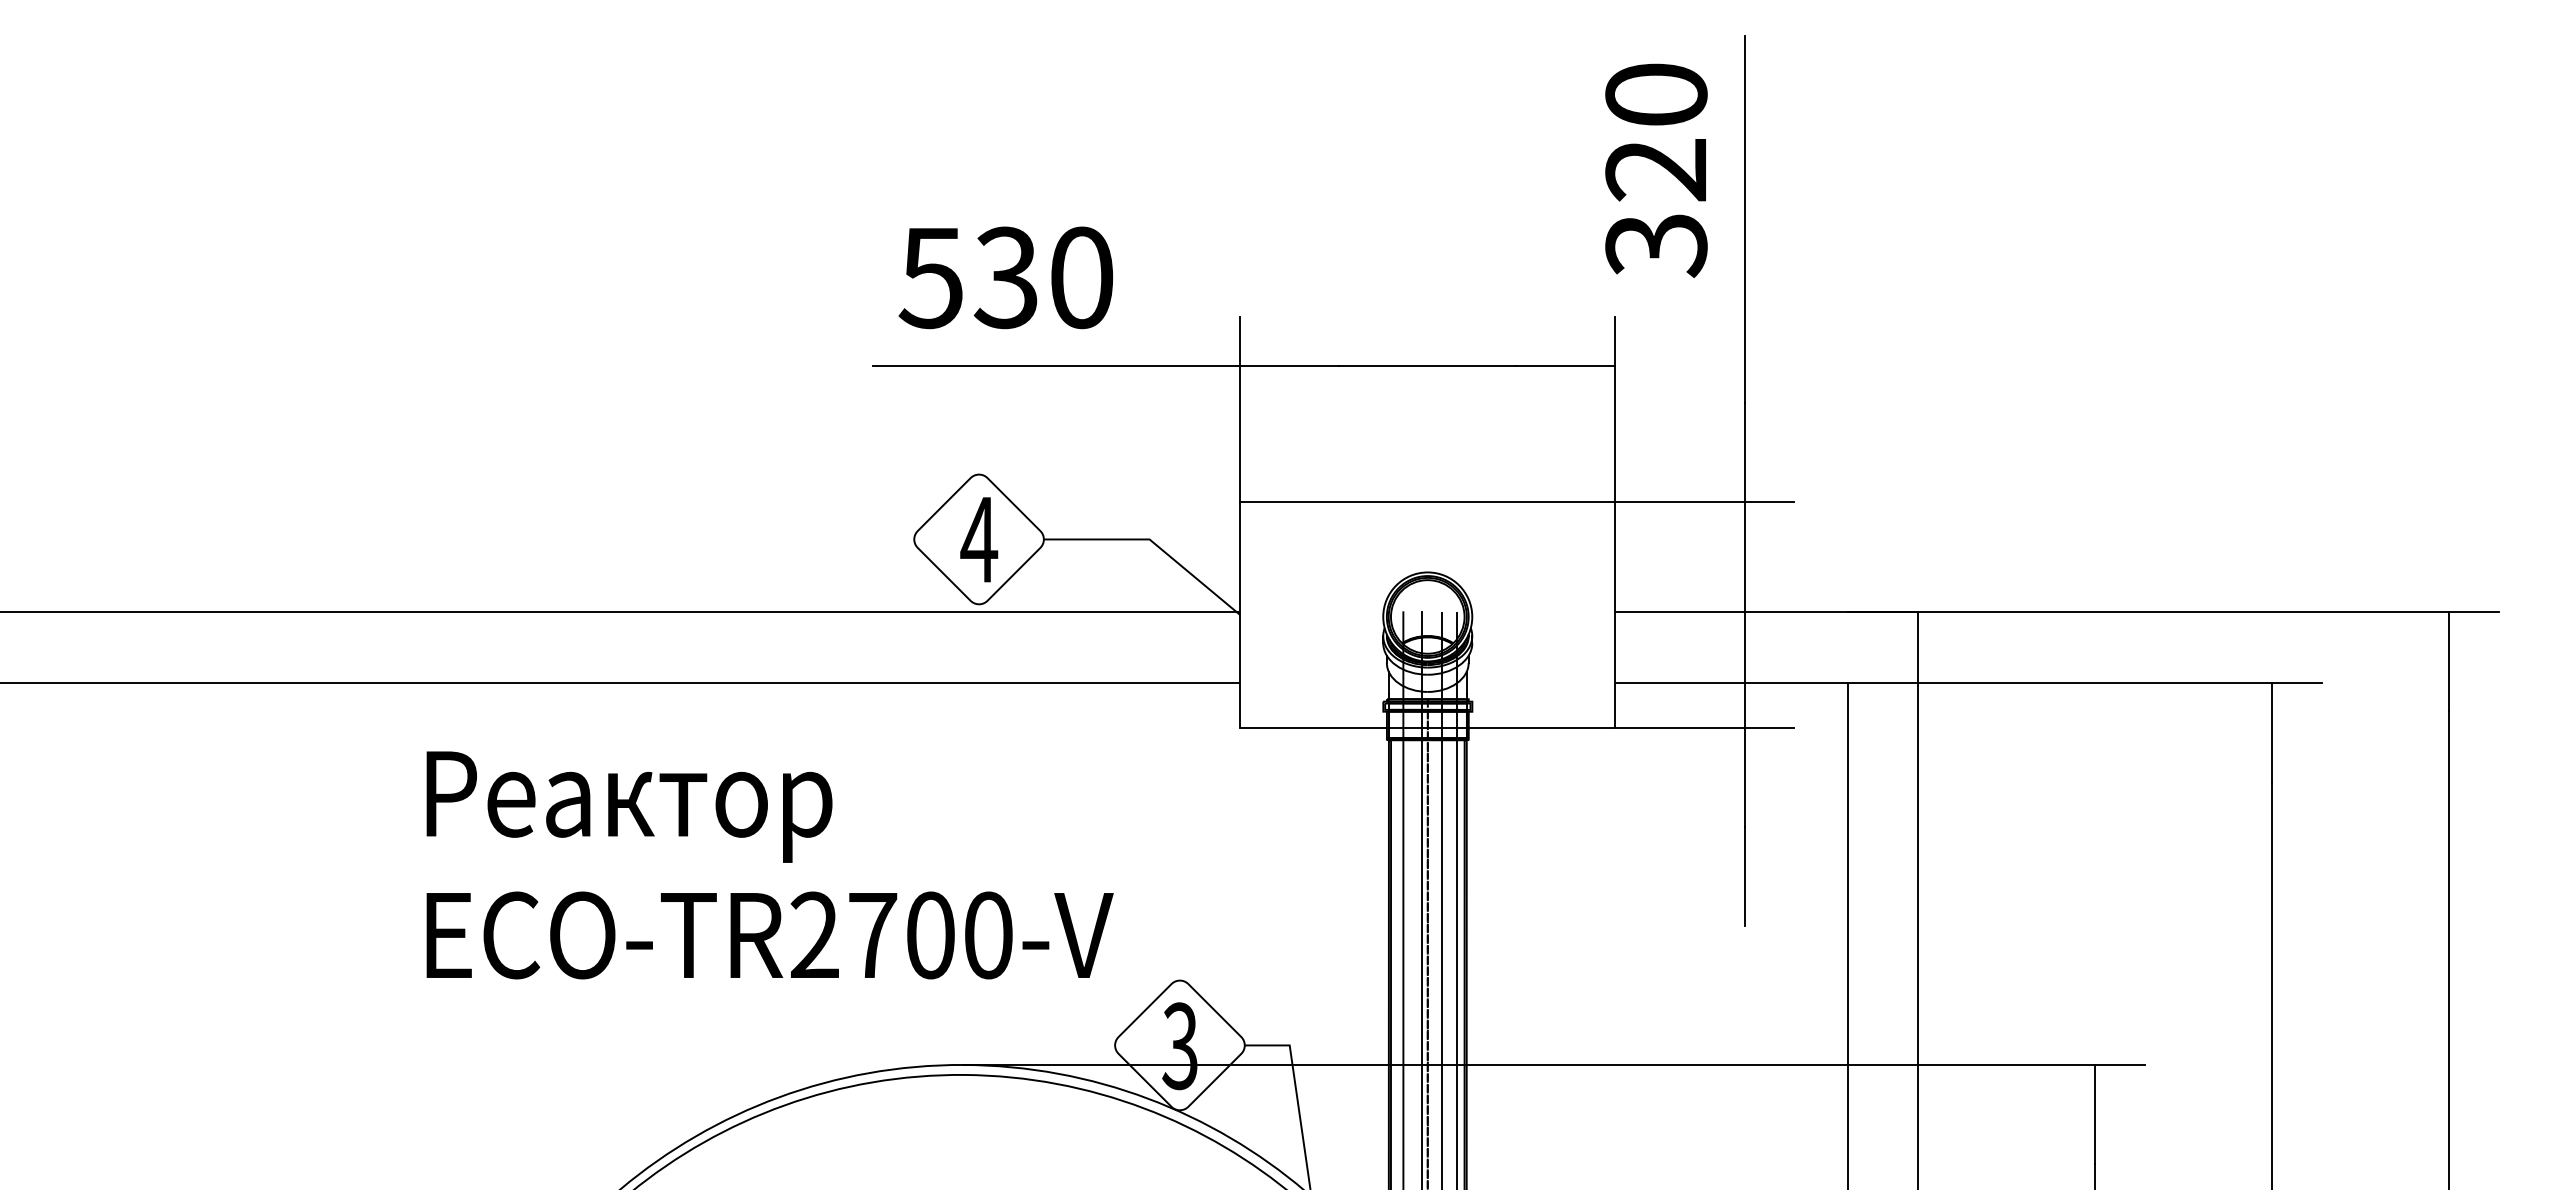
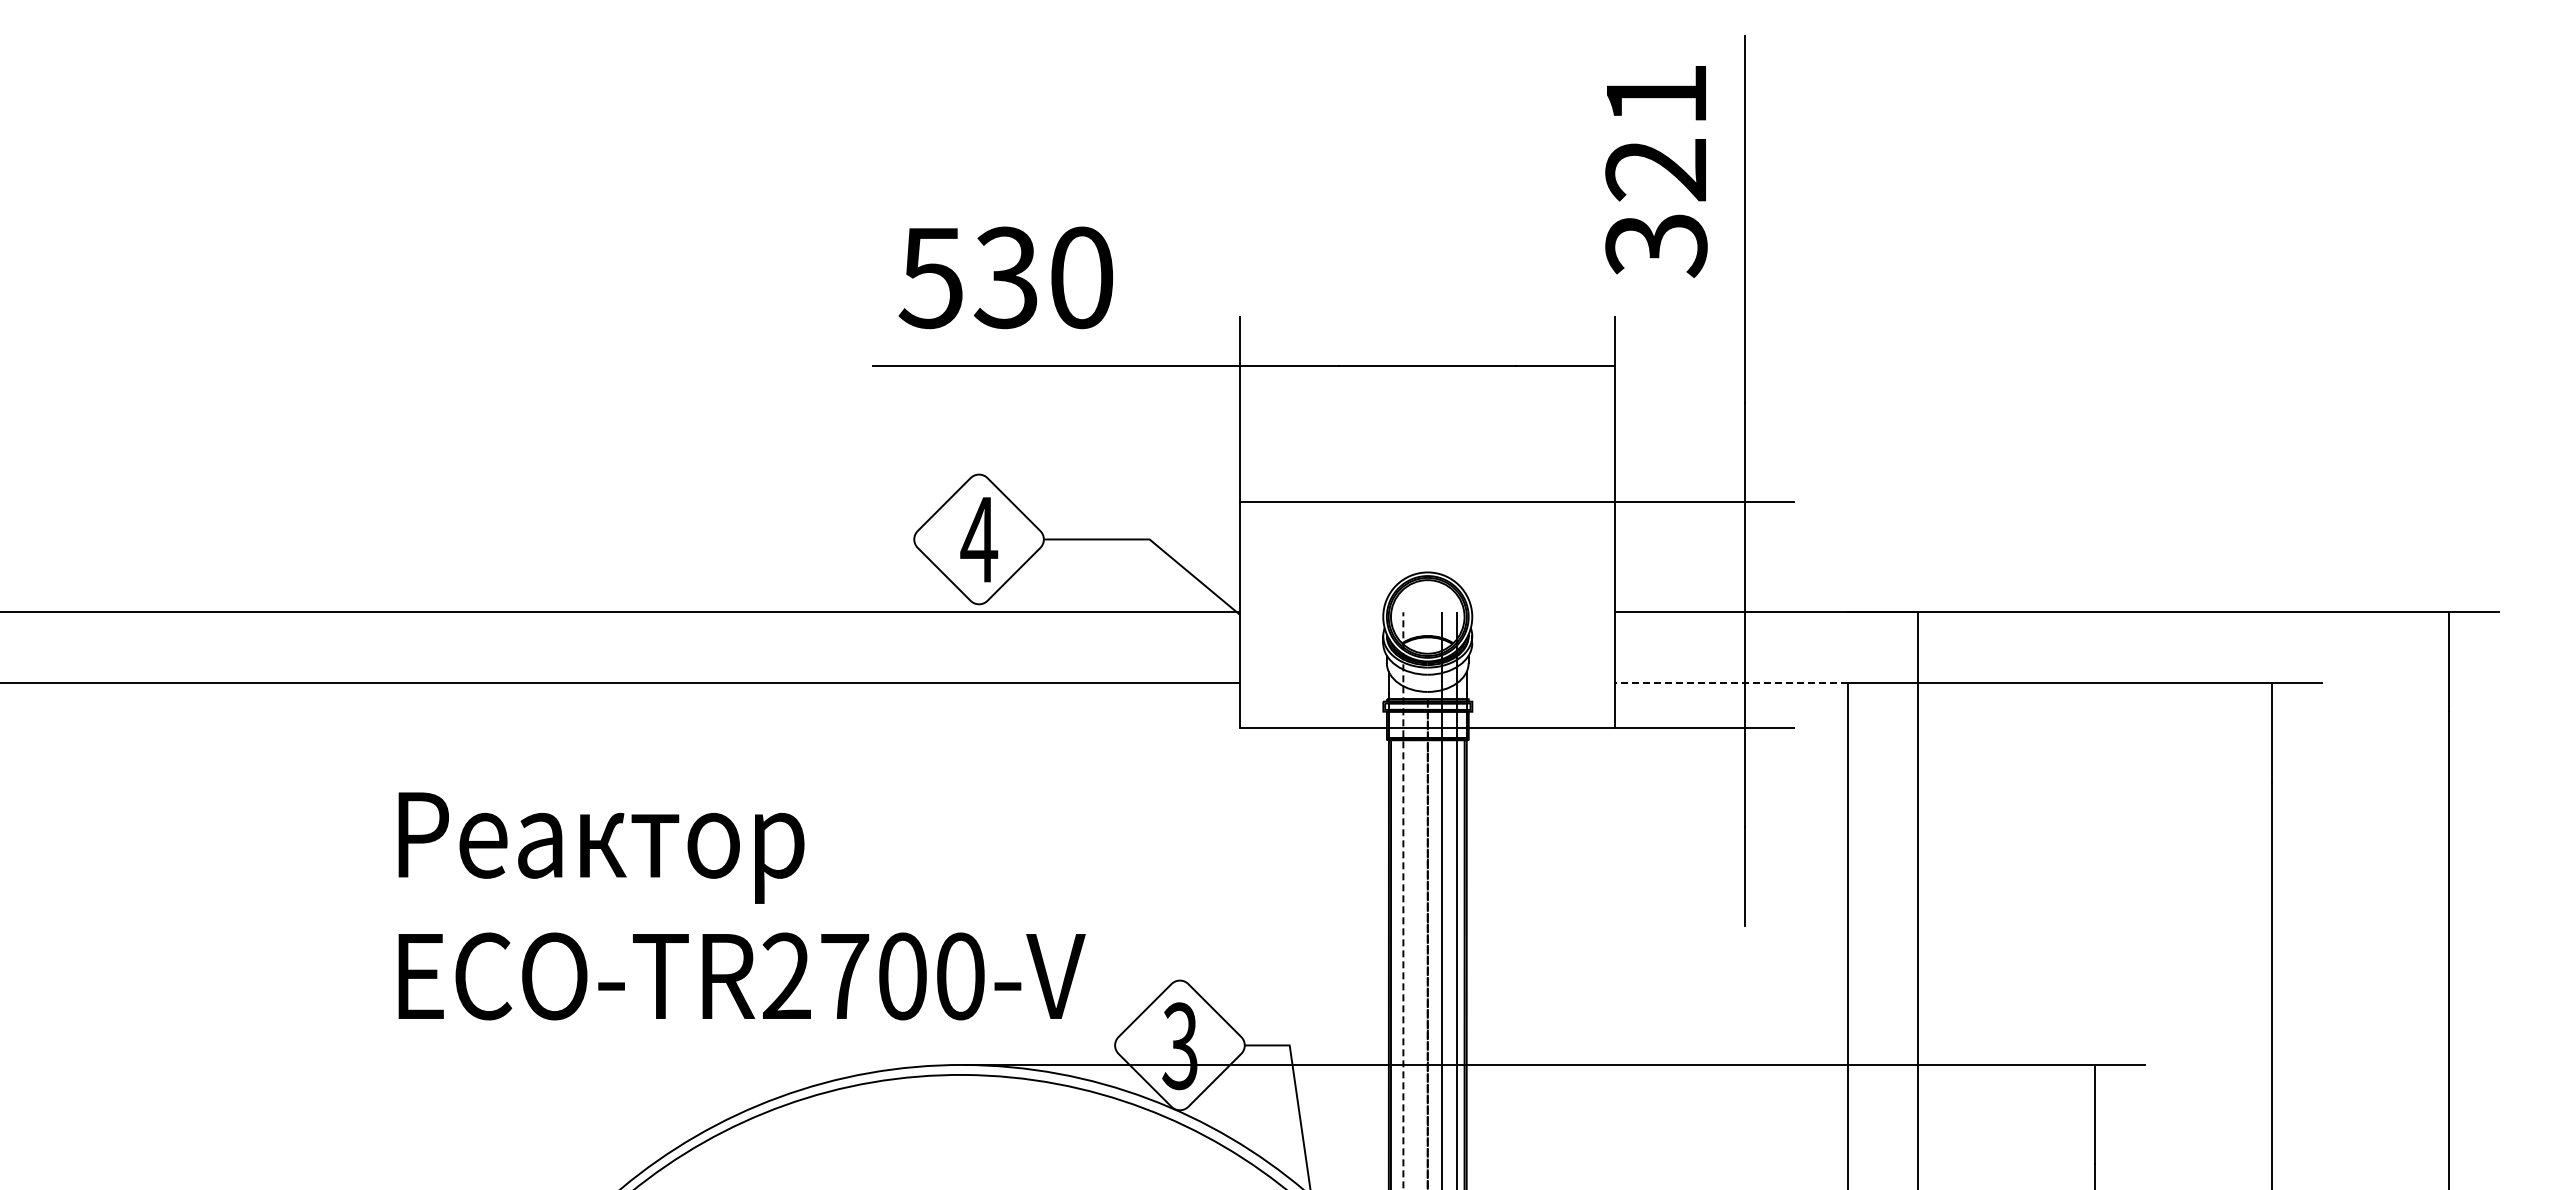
text at (1656, 94): 320 -> 321
line at (1731, 683): solid -> dashed
text at (769, 865) position: (769, 865) -> (741, 906)
line at (1422, 899): present -> none
line at (1403, 900): solid -> dashed
